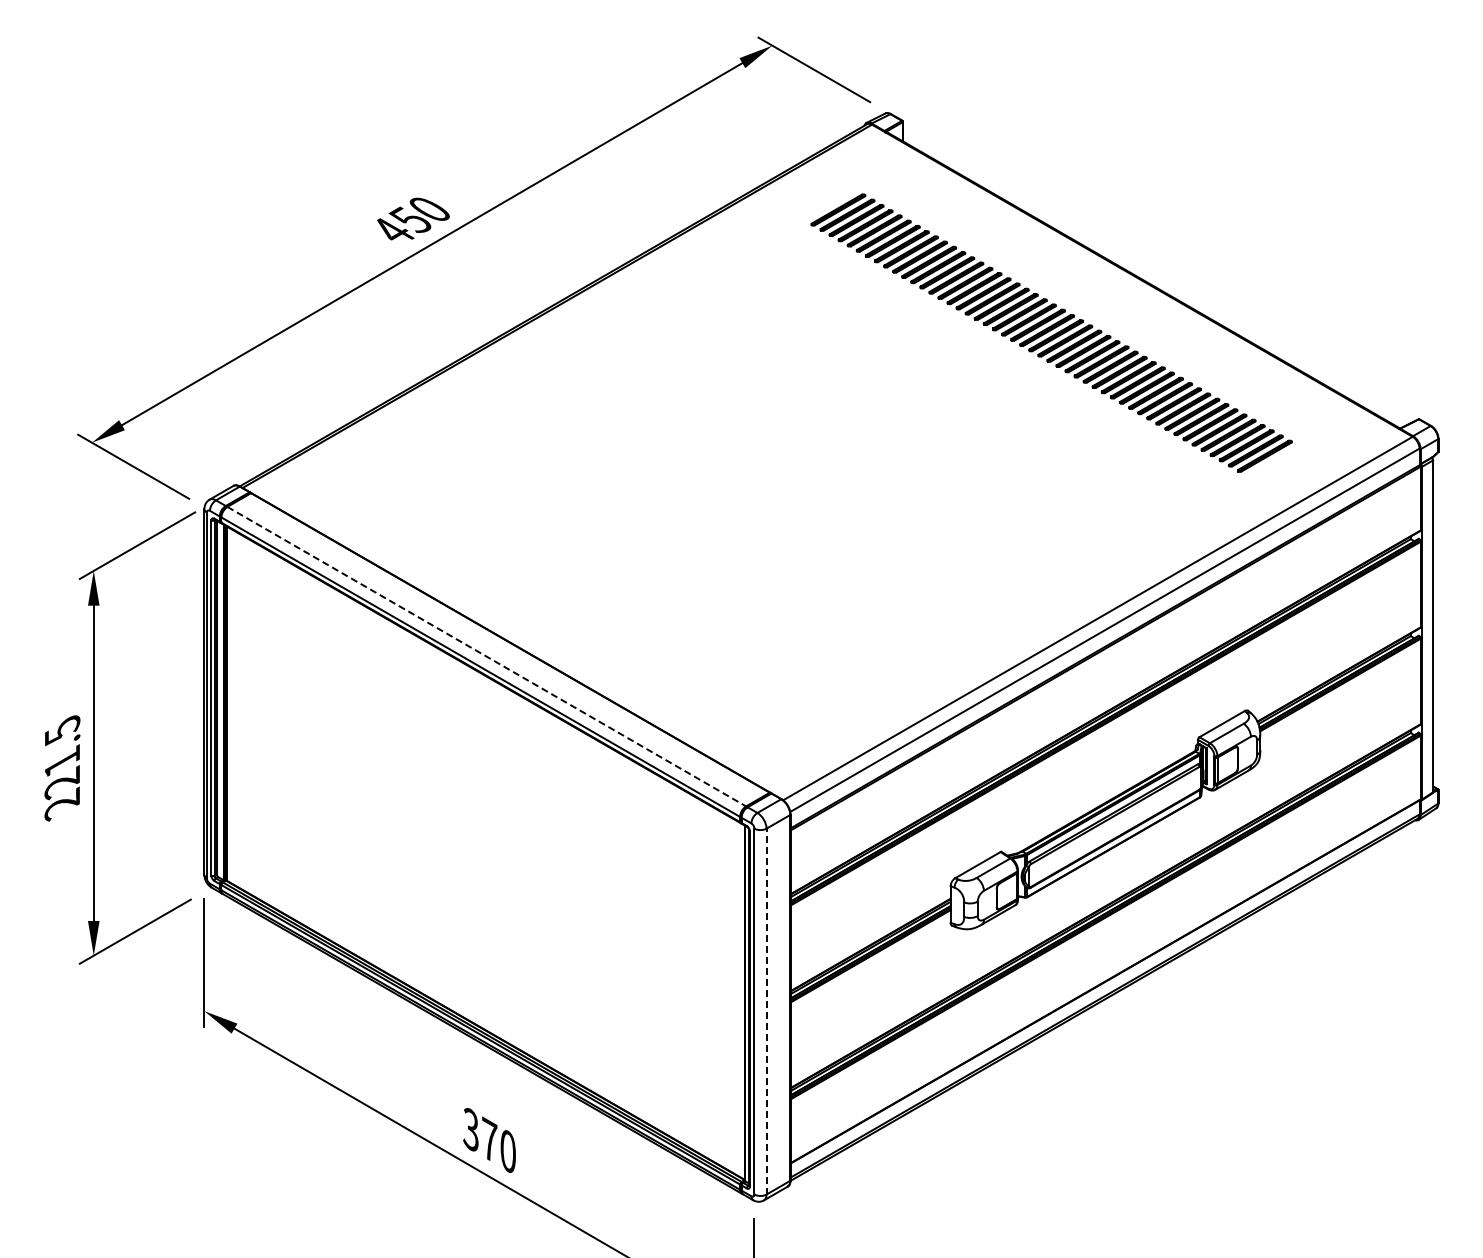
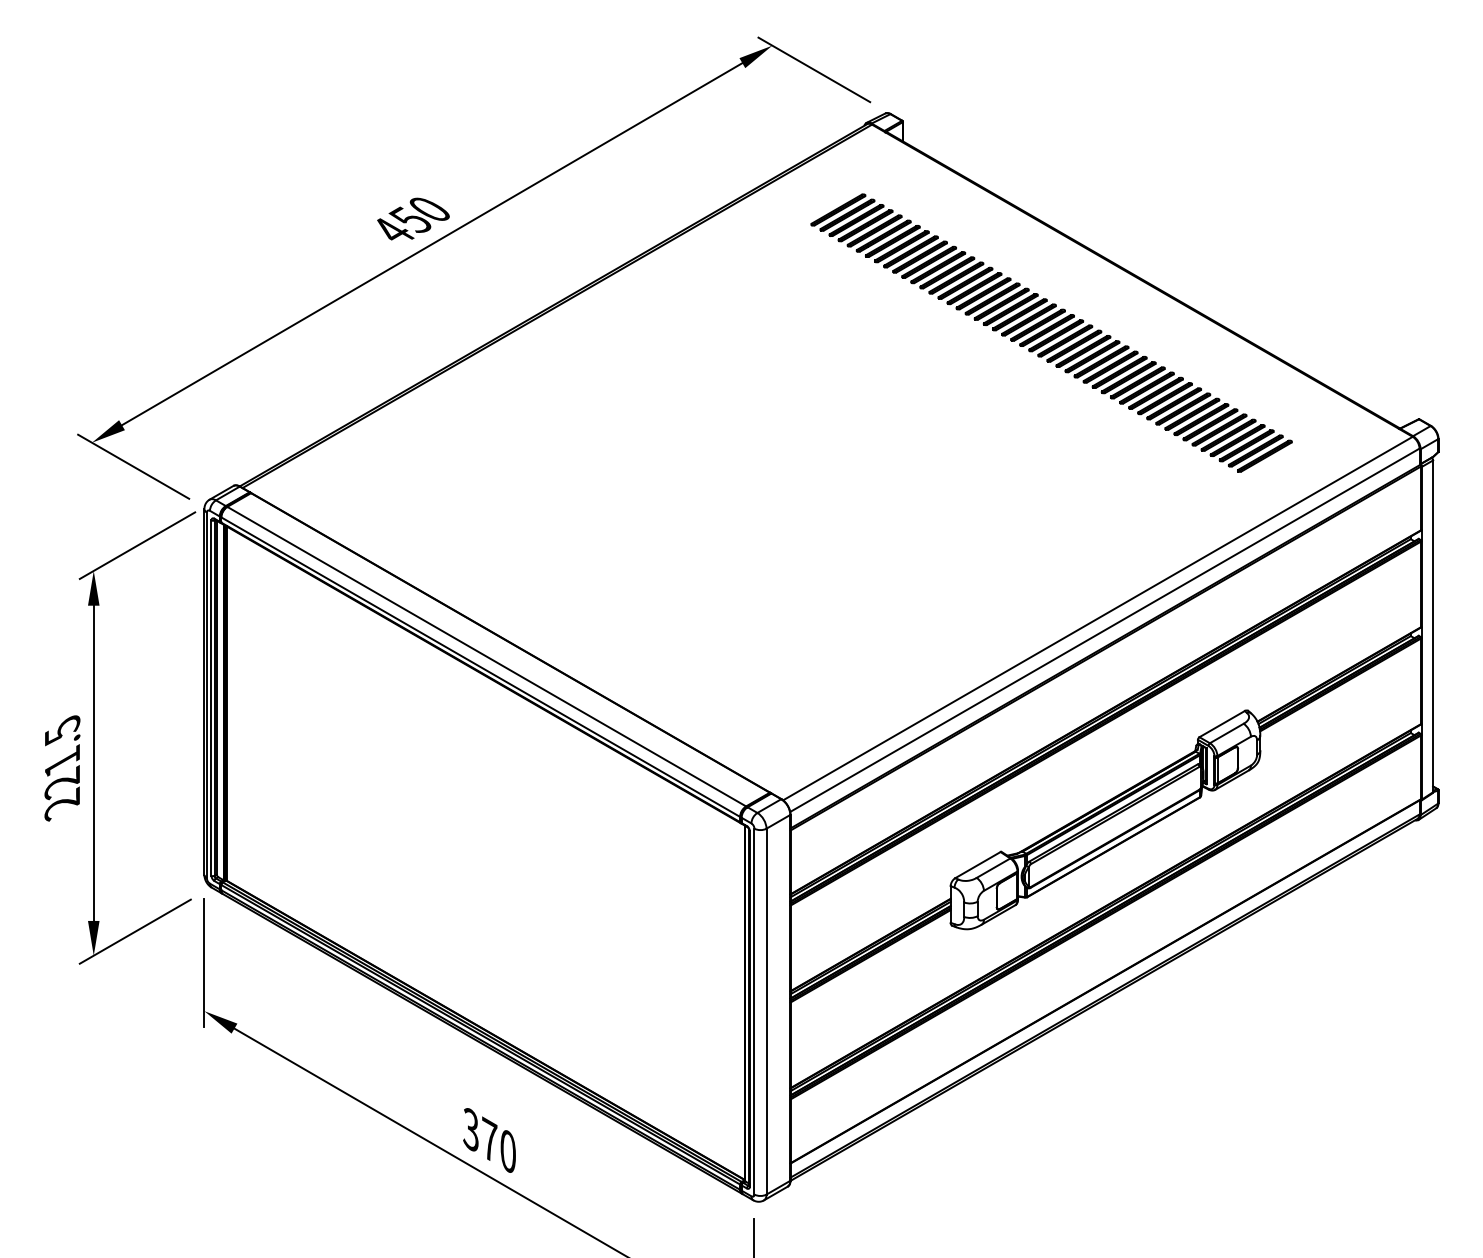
line at (486, 656): dashed -> solid
line at (766, 1011): dashed -> solid
